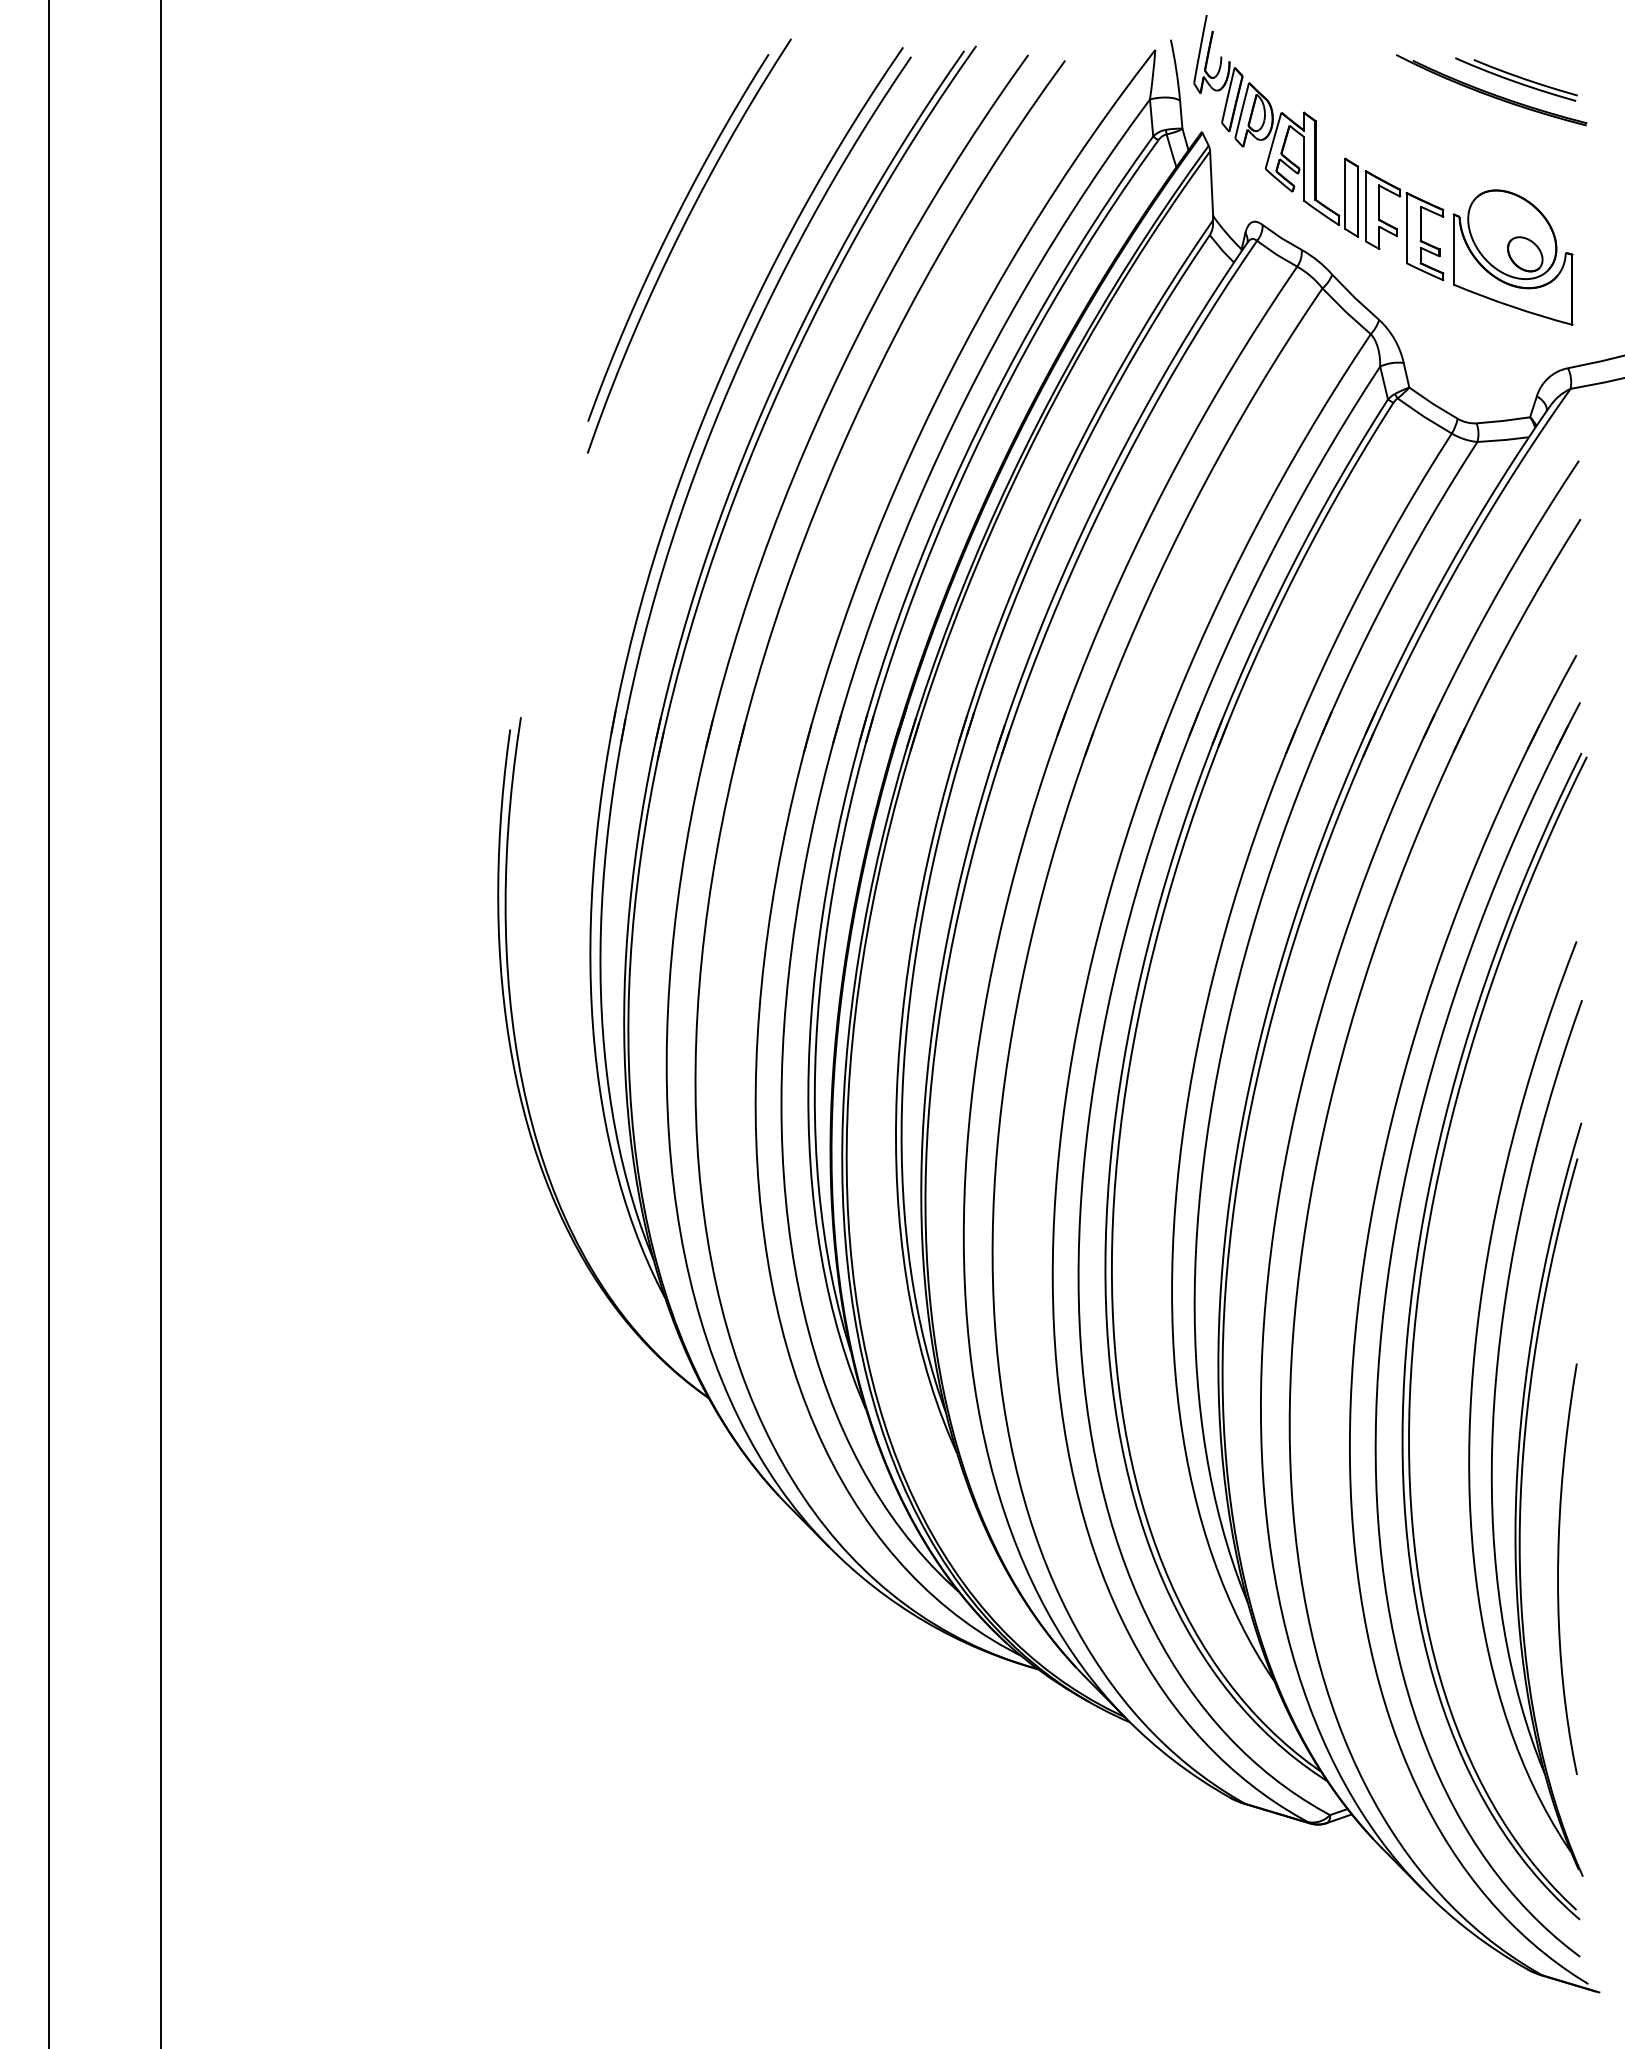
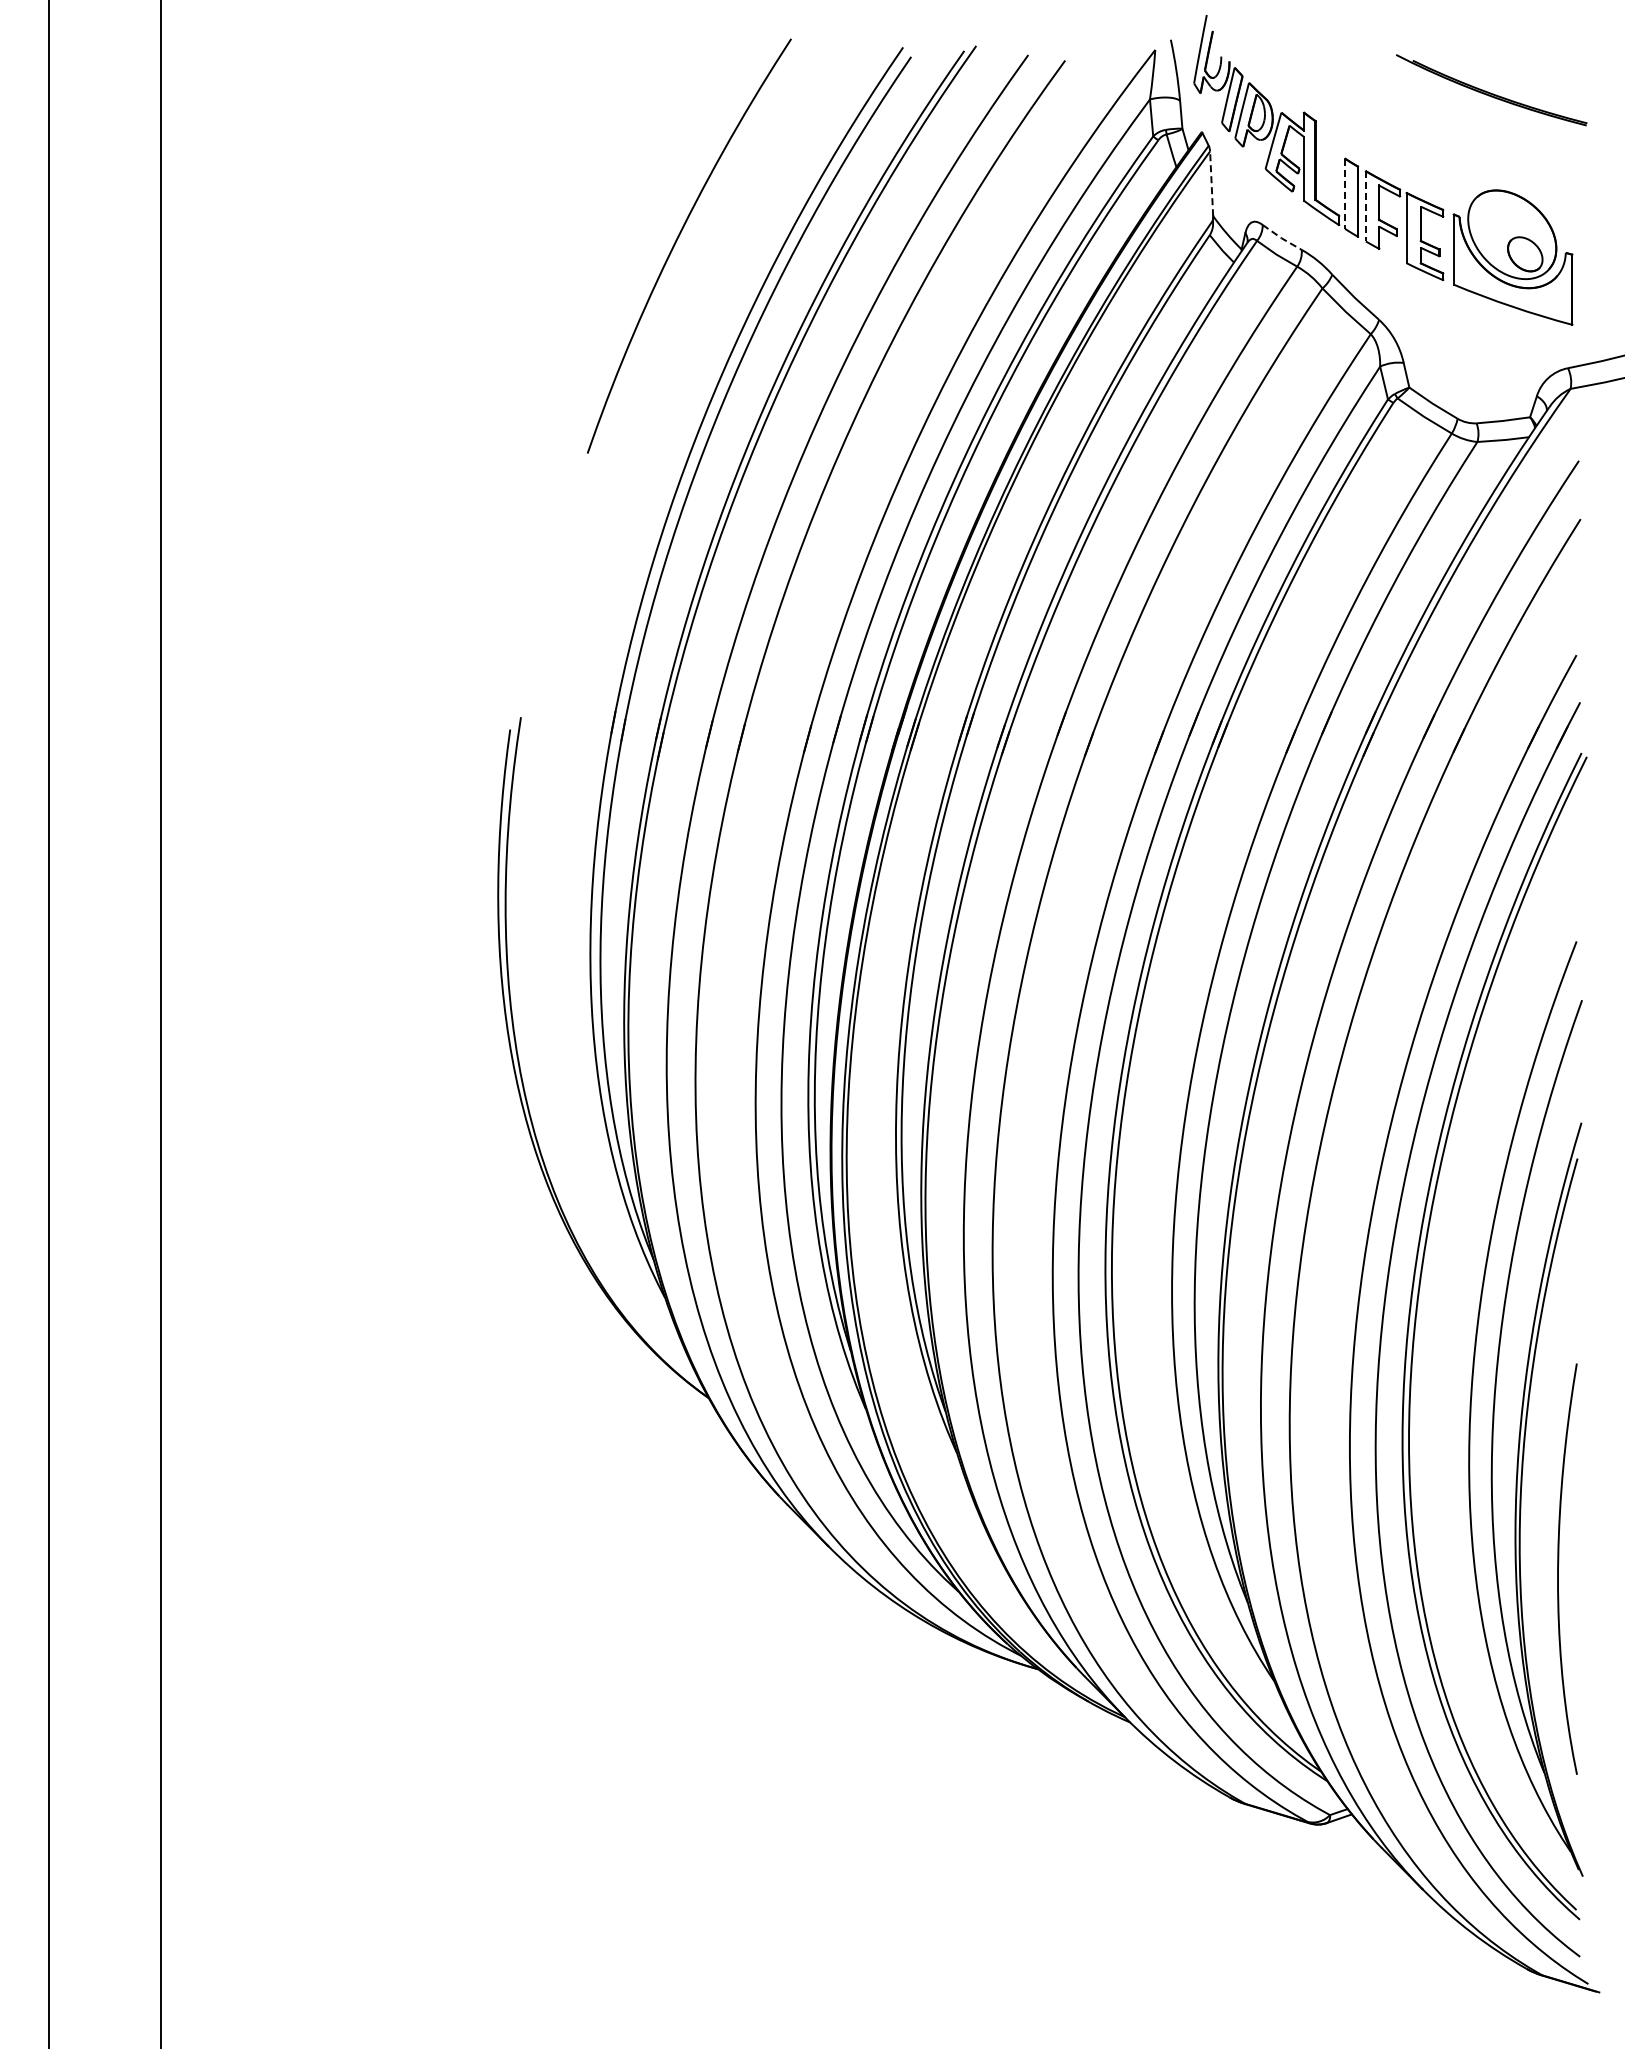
part at (1516, 79): present -> none
line at (1211, 183): solid -> dashed
line at (1345, 194): solid -> dashed
line at (1365, 206): solid -> dashed
curve at (669, 233): present -> none
line at (1281, 238): solid -> dashed
